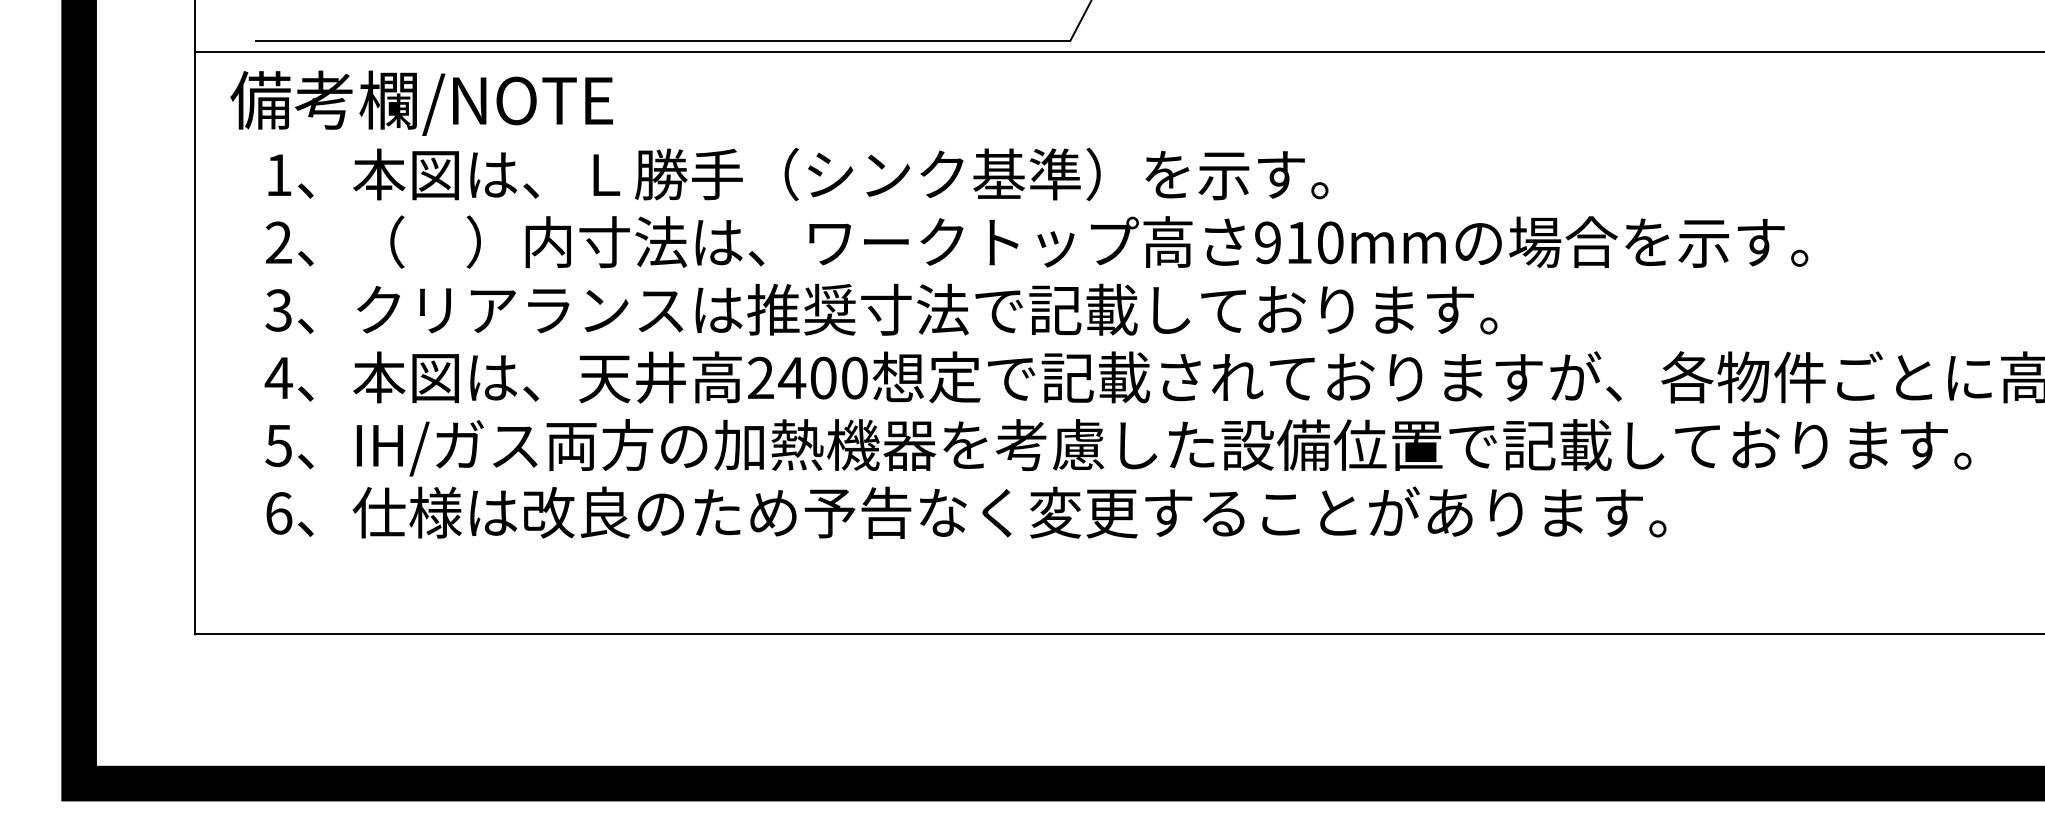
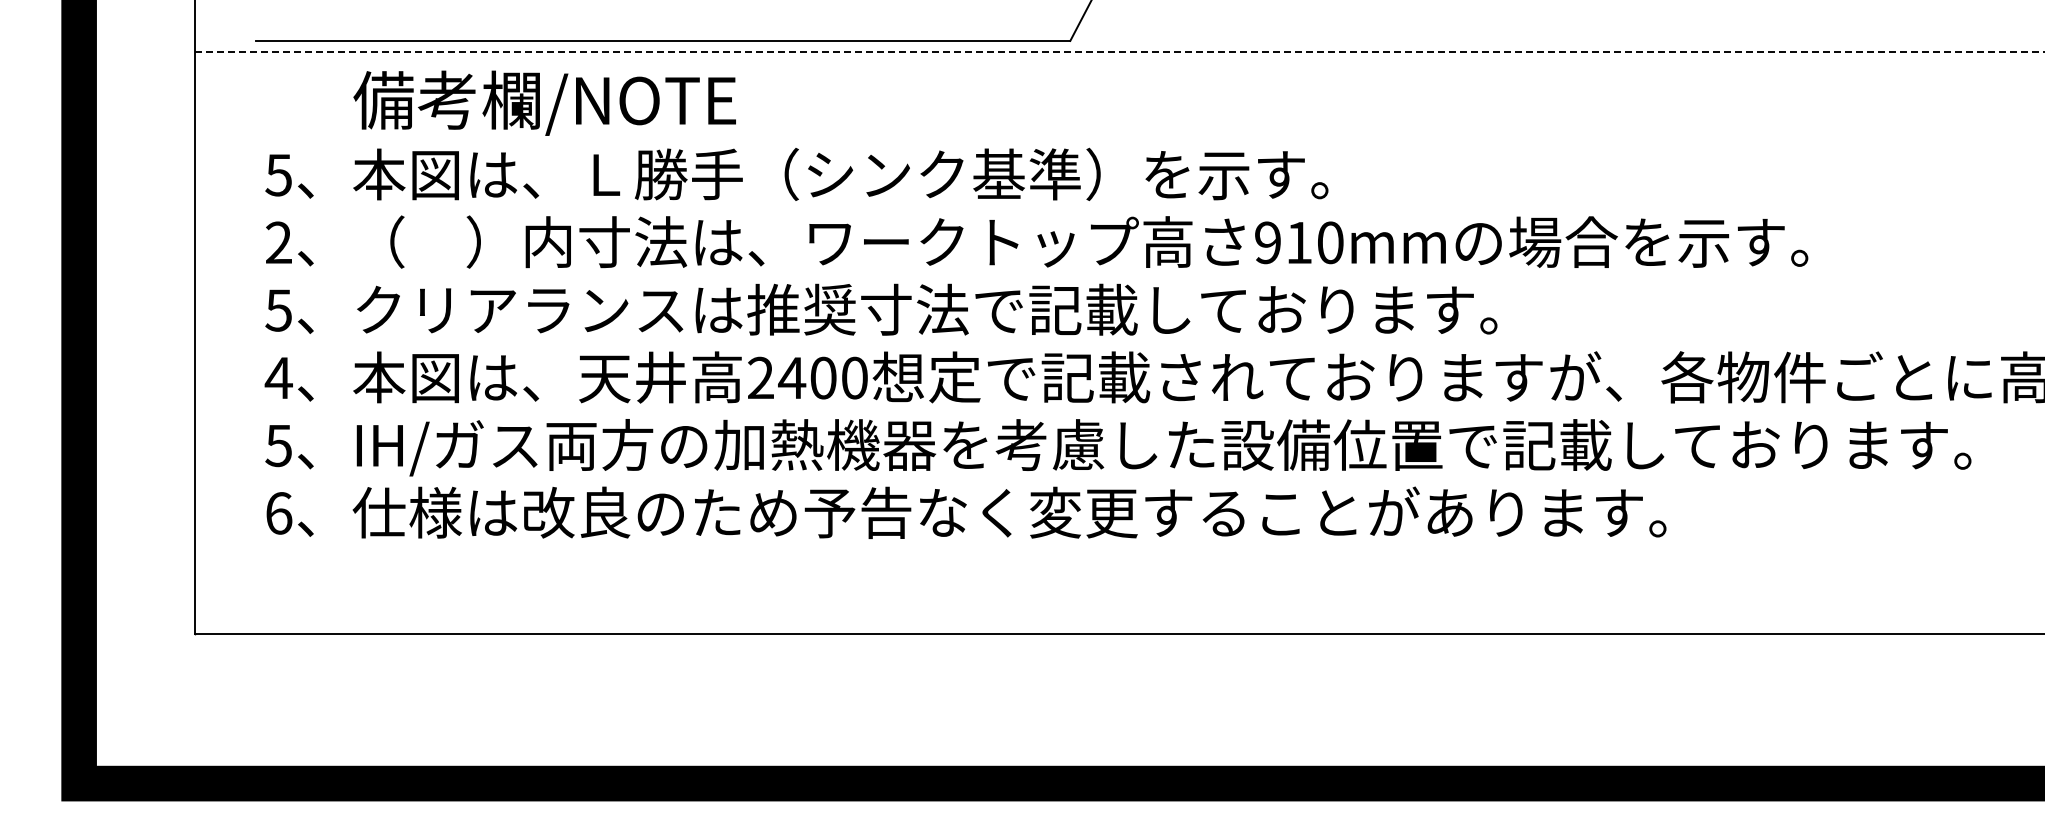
line at (1120, 52): solid -> dashed
text at (421, 102) position: (421, 102) -> (544, 102)
text at (278, 175): 1 -> 5
text at (278, 310): 3 -> 5
